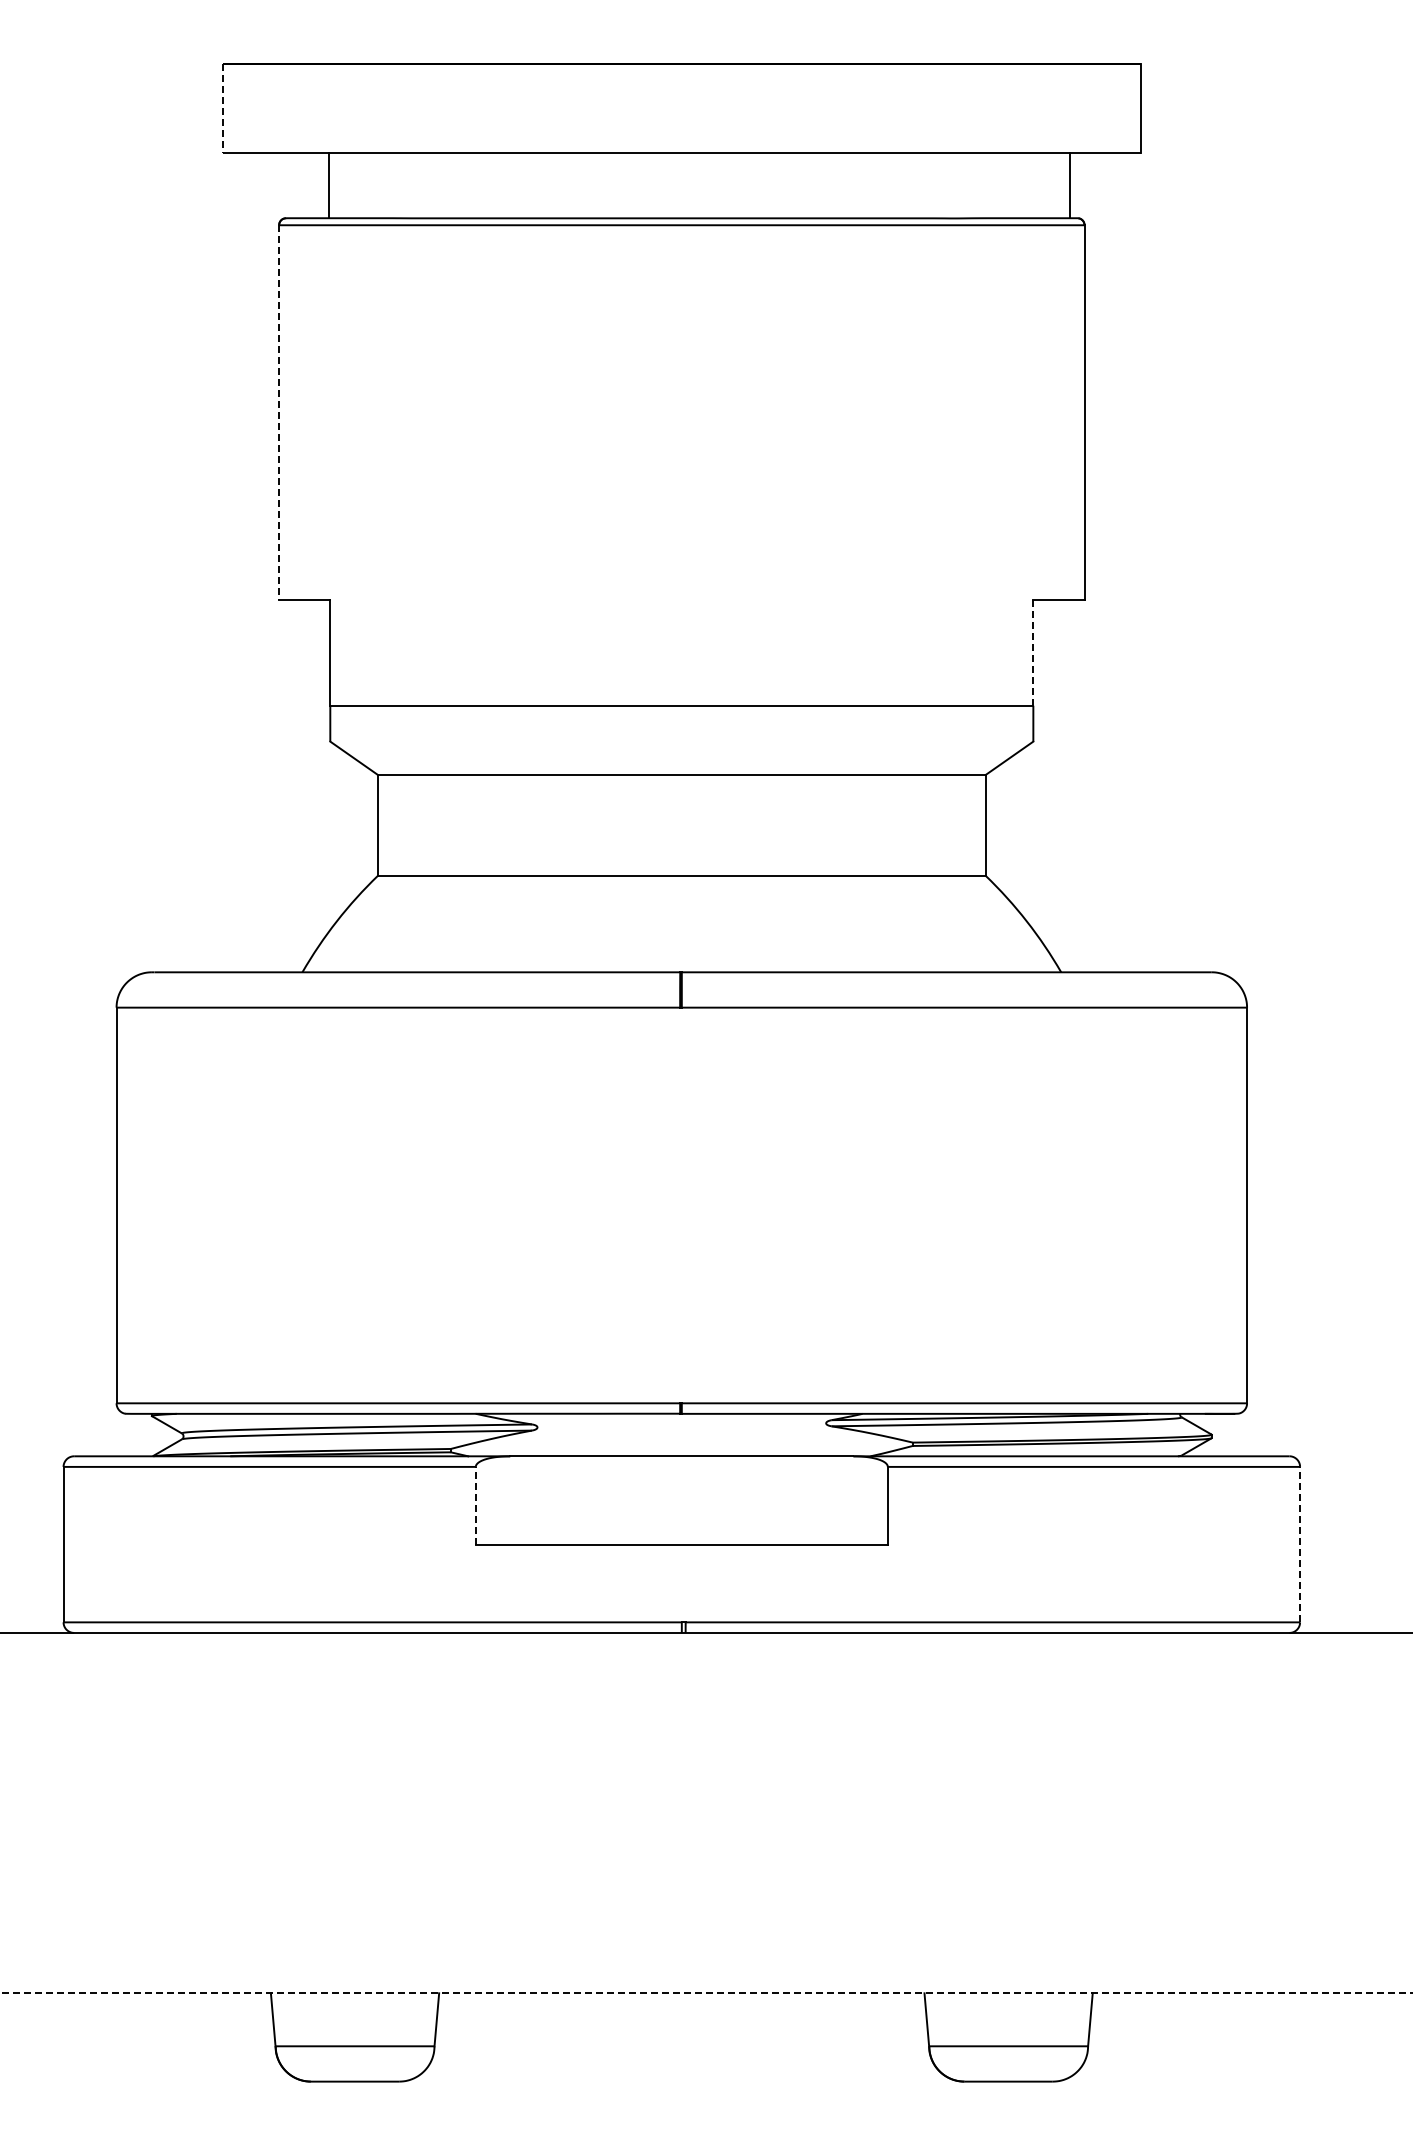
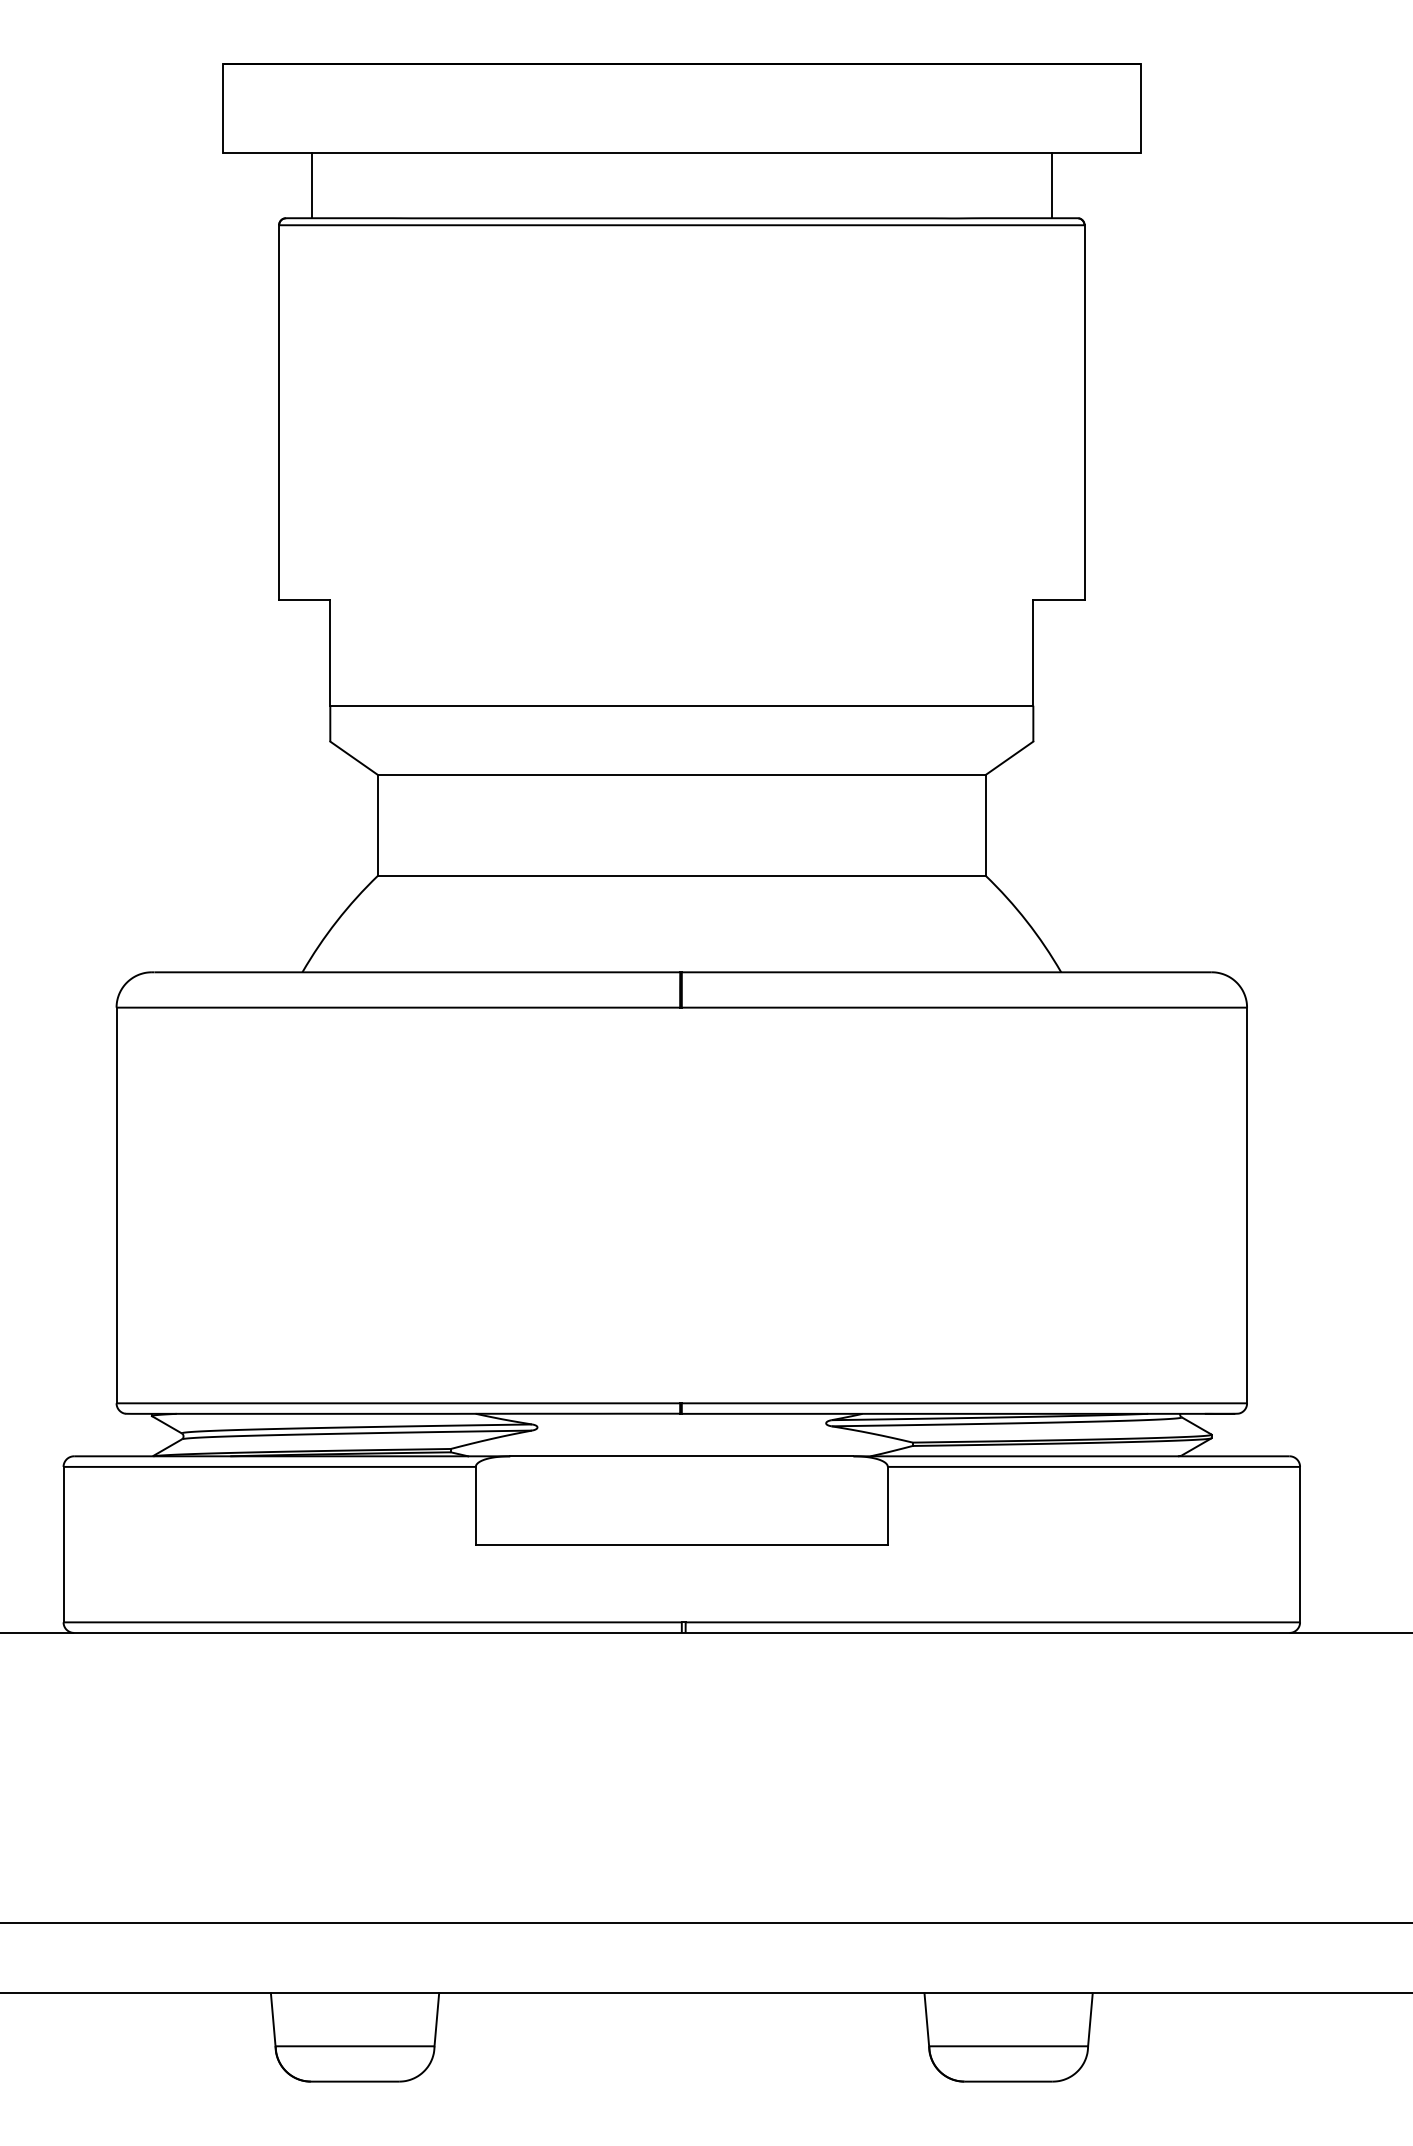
line at (222, 109): dashed -> solid
line at (328, 185) position: (328, 185) -> (311, 185)
line at (1070, 185) position: (1070, 185) -> (1052, 185)
line at (279, 413): dashed -> solid
line at (1033, 652): dashed -> solid
line at (475, 1505): dashed -> solid
line at (1300, 1544): dashed -> solid
line at (705, 1922): none -> present
line at (706, 1993): dashed -> solid
